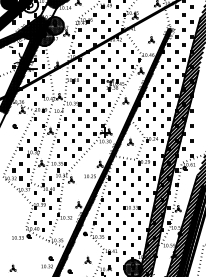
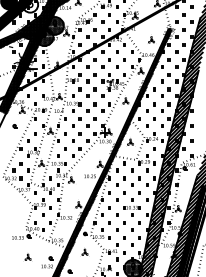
hatch at (48, 13): none -> present
part at (87, 259) position: (87, 259) -> (84, 251)
part at (12, 267) position: (12, 267) -> (27, 256)
